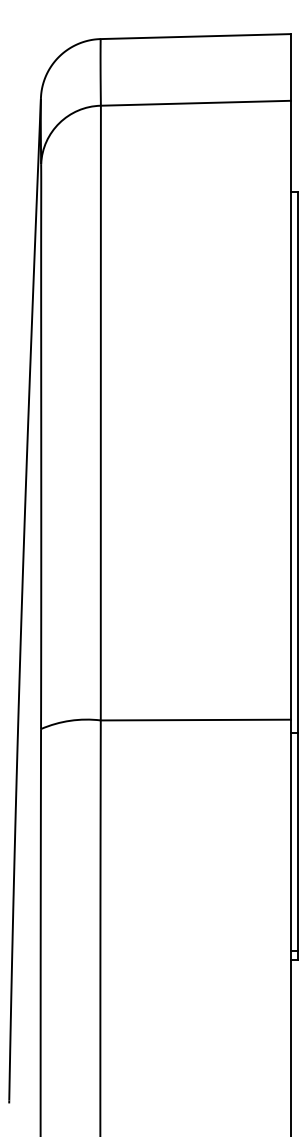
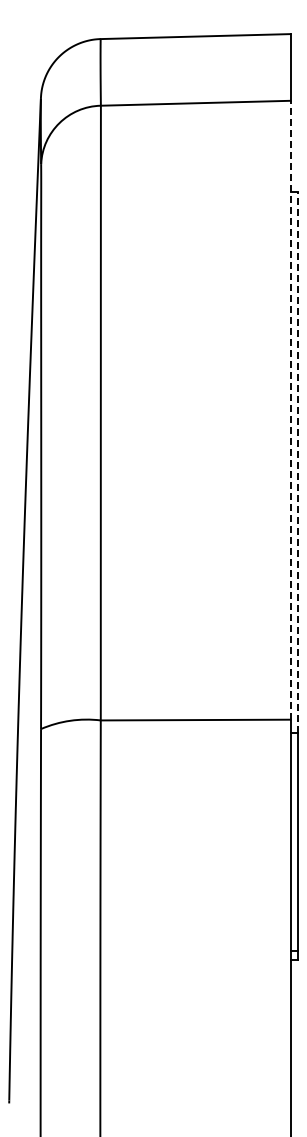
line at (290, 409): solid -> dashed
line at (297, 462): solid -> dashed
